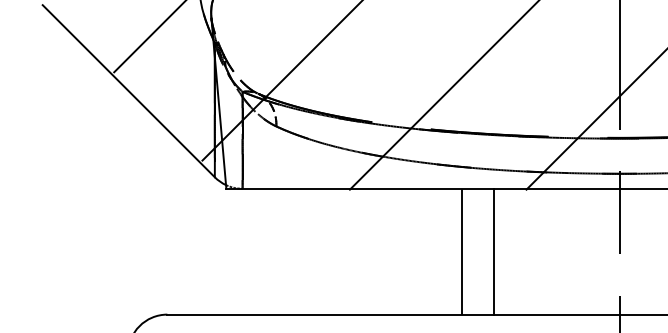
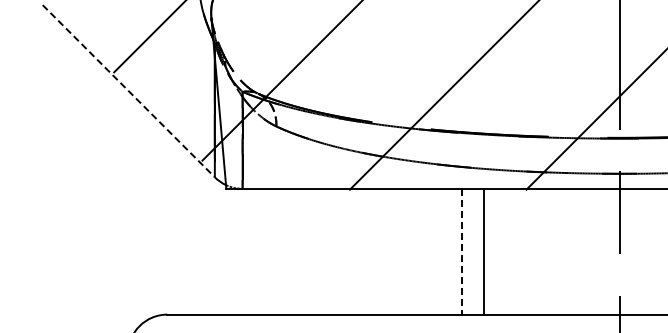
line at (128, 91): solid -> dashed
line at (462, 251): solid -> dashed
line at (493, 251) position: (493, 251) -> (483, 251)
